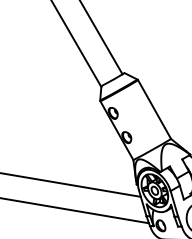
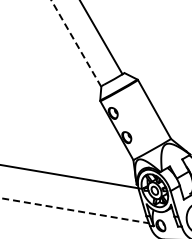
line at (76, 43): solid -> dashed
line at (71, 184) position: (71, 184) -> (71, 176)
line at (75, 210): solid -> dashed
